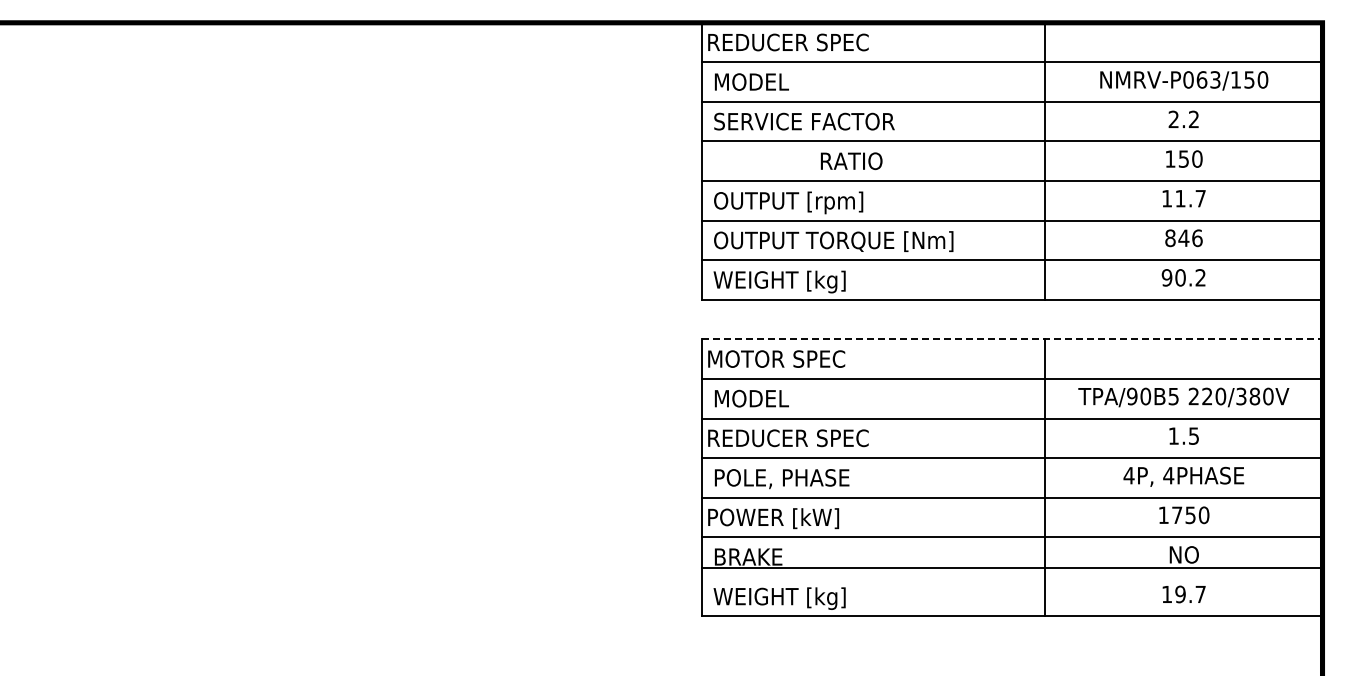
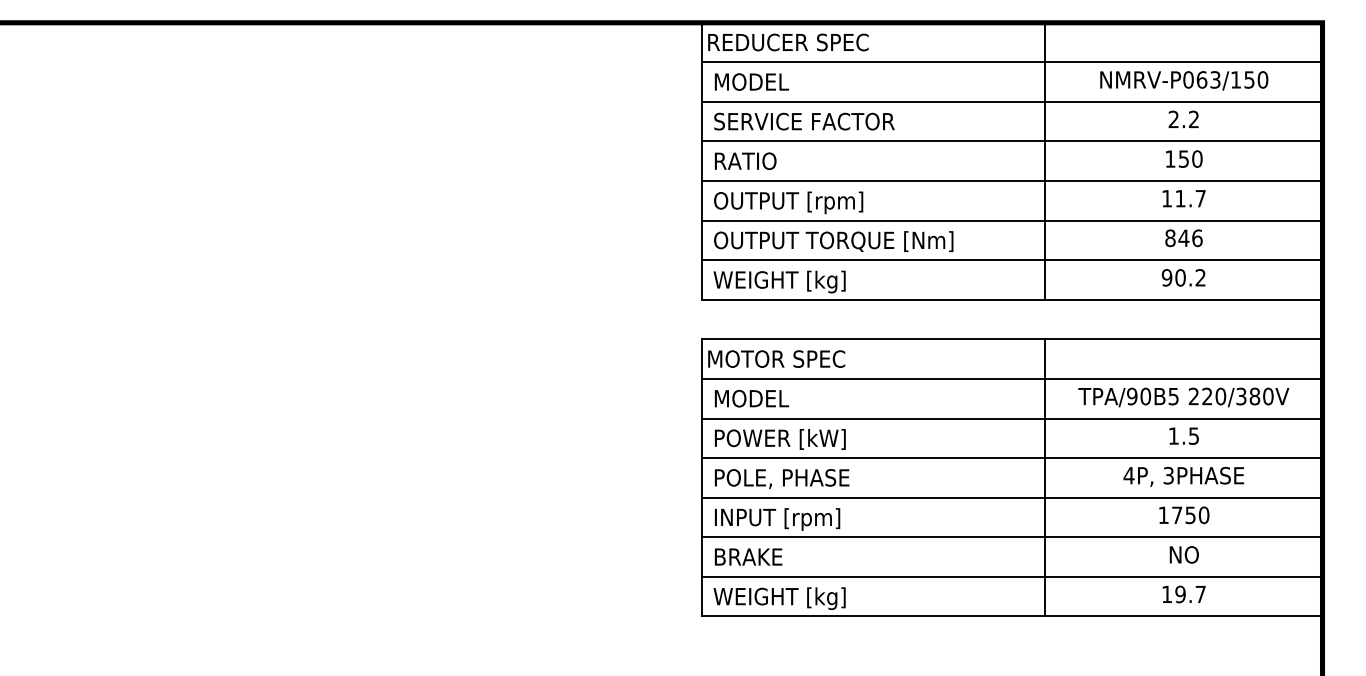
text at (851, 161) position: (851, 161) -> (745, 161)
line at (1012, 339): dashed -> solid
text at (788, 439): REDUCER SPEC -> POWER [kW]
text at (1168, 475): 4PHASE -> 3PHASE
text at (774, 519): POWER [kW] -> INPUT [rpm]
line at (1011, 567) position: (1011, 567) -> (1011, 576)
